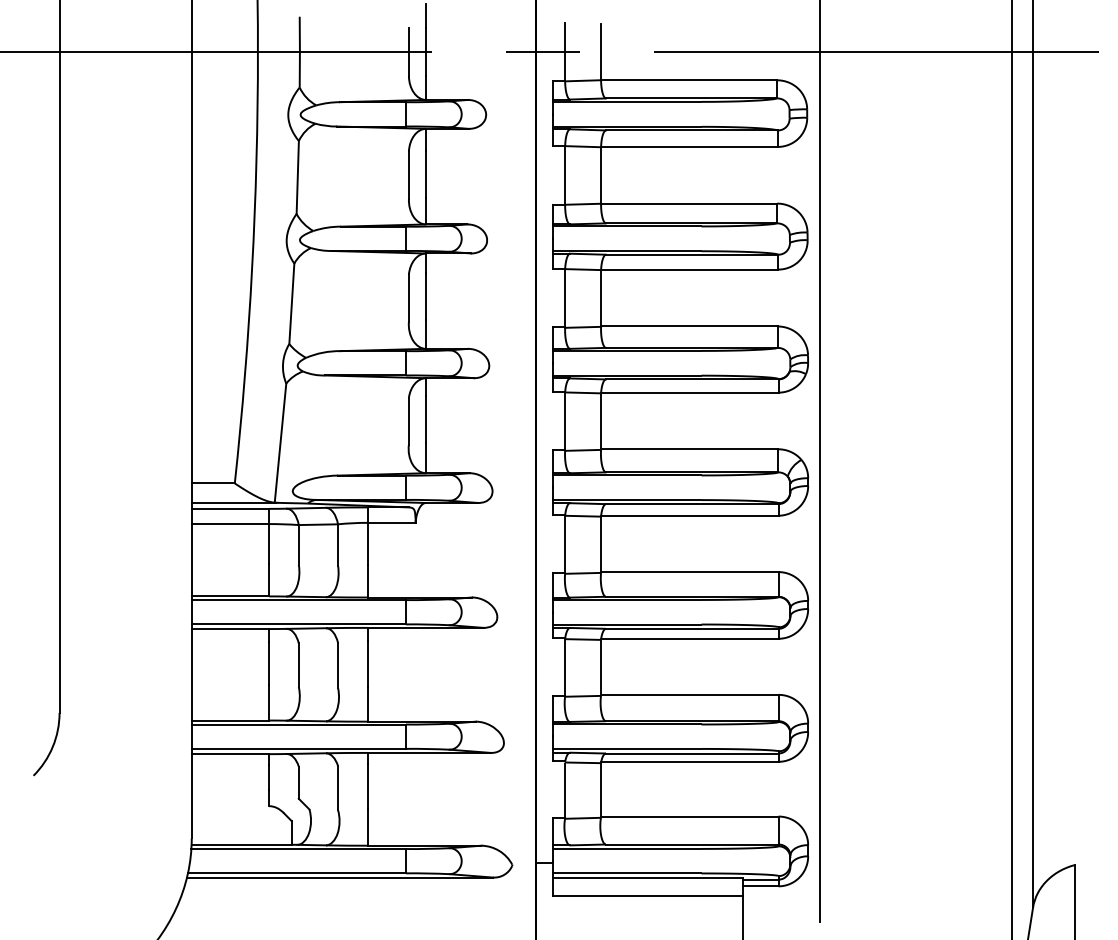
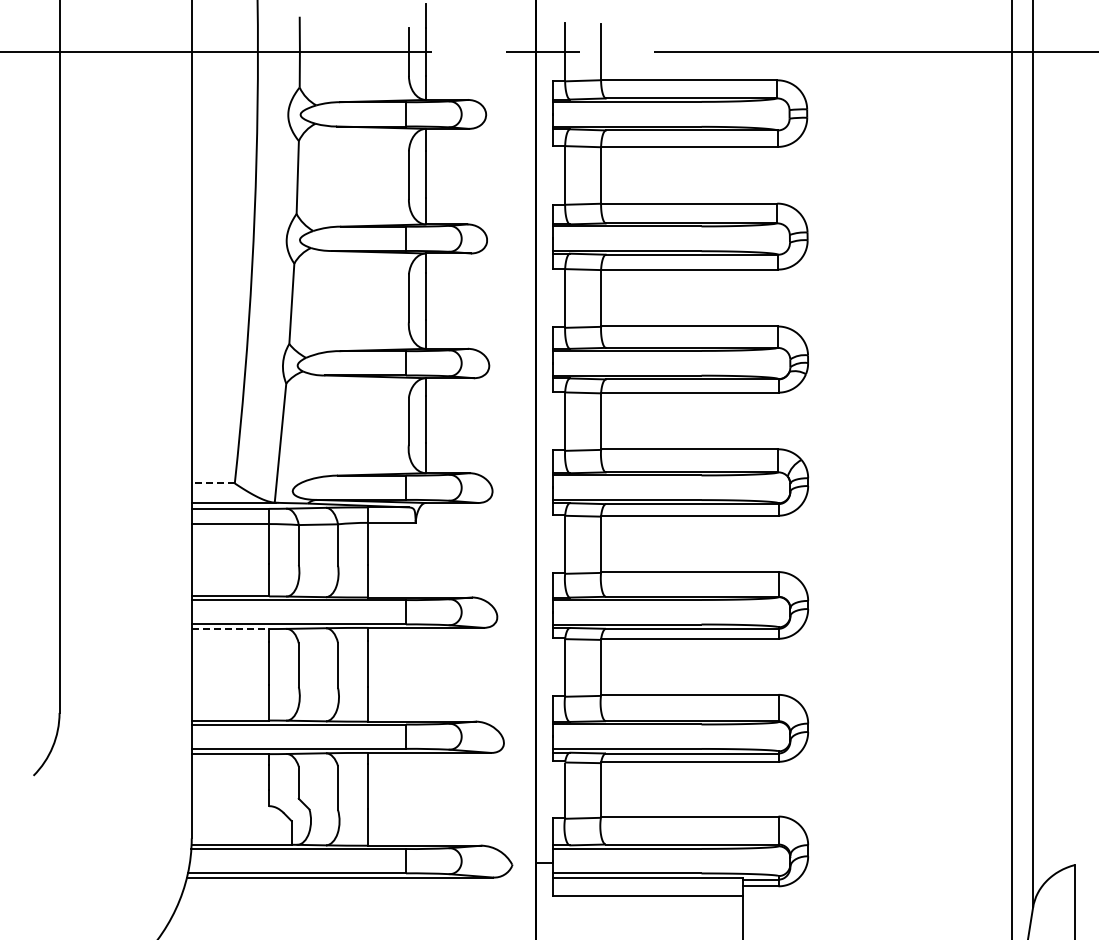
line at (820, 461): present -> none
line at (213, 483): solid -> dashed
line at (230, 629): solid -> dashed
